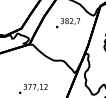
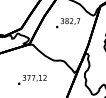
text at (33, 88) position: (33, 88) -> (32, 79)
